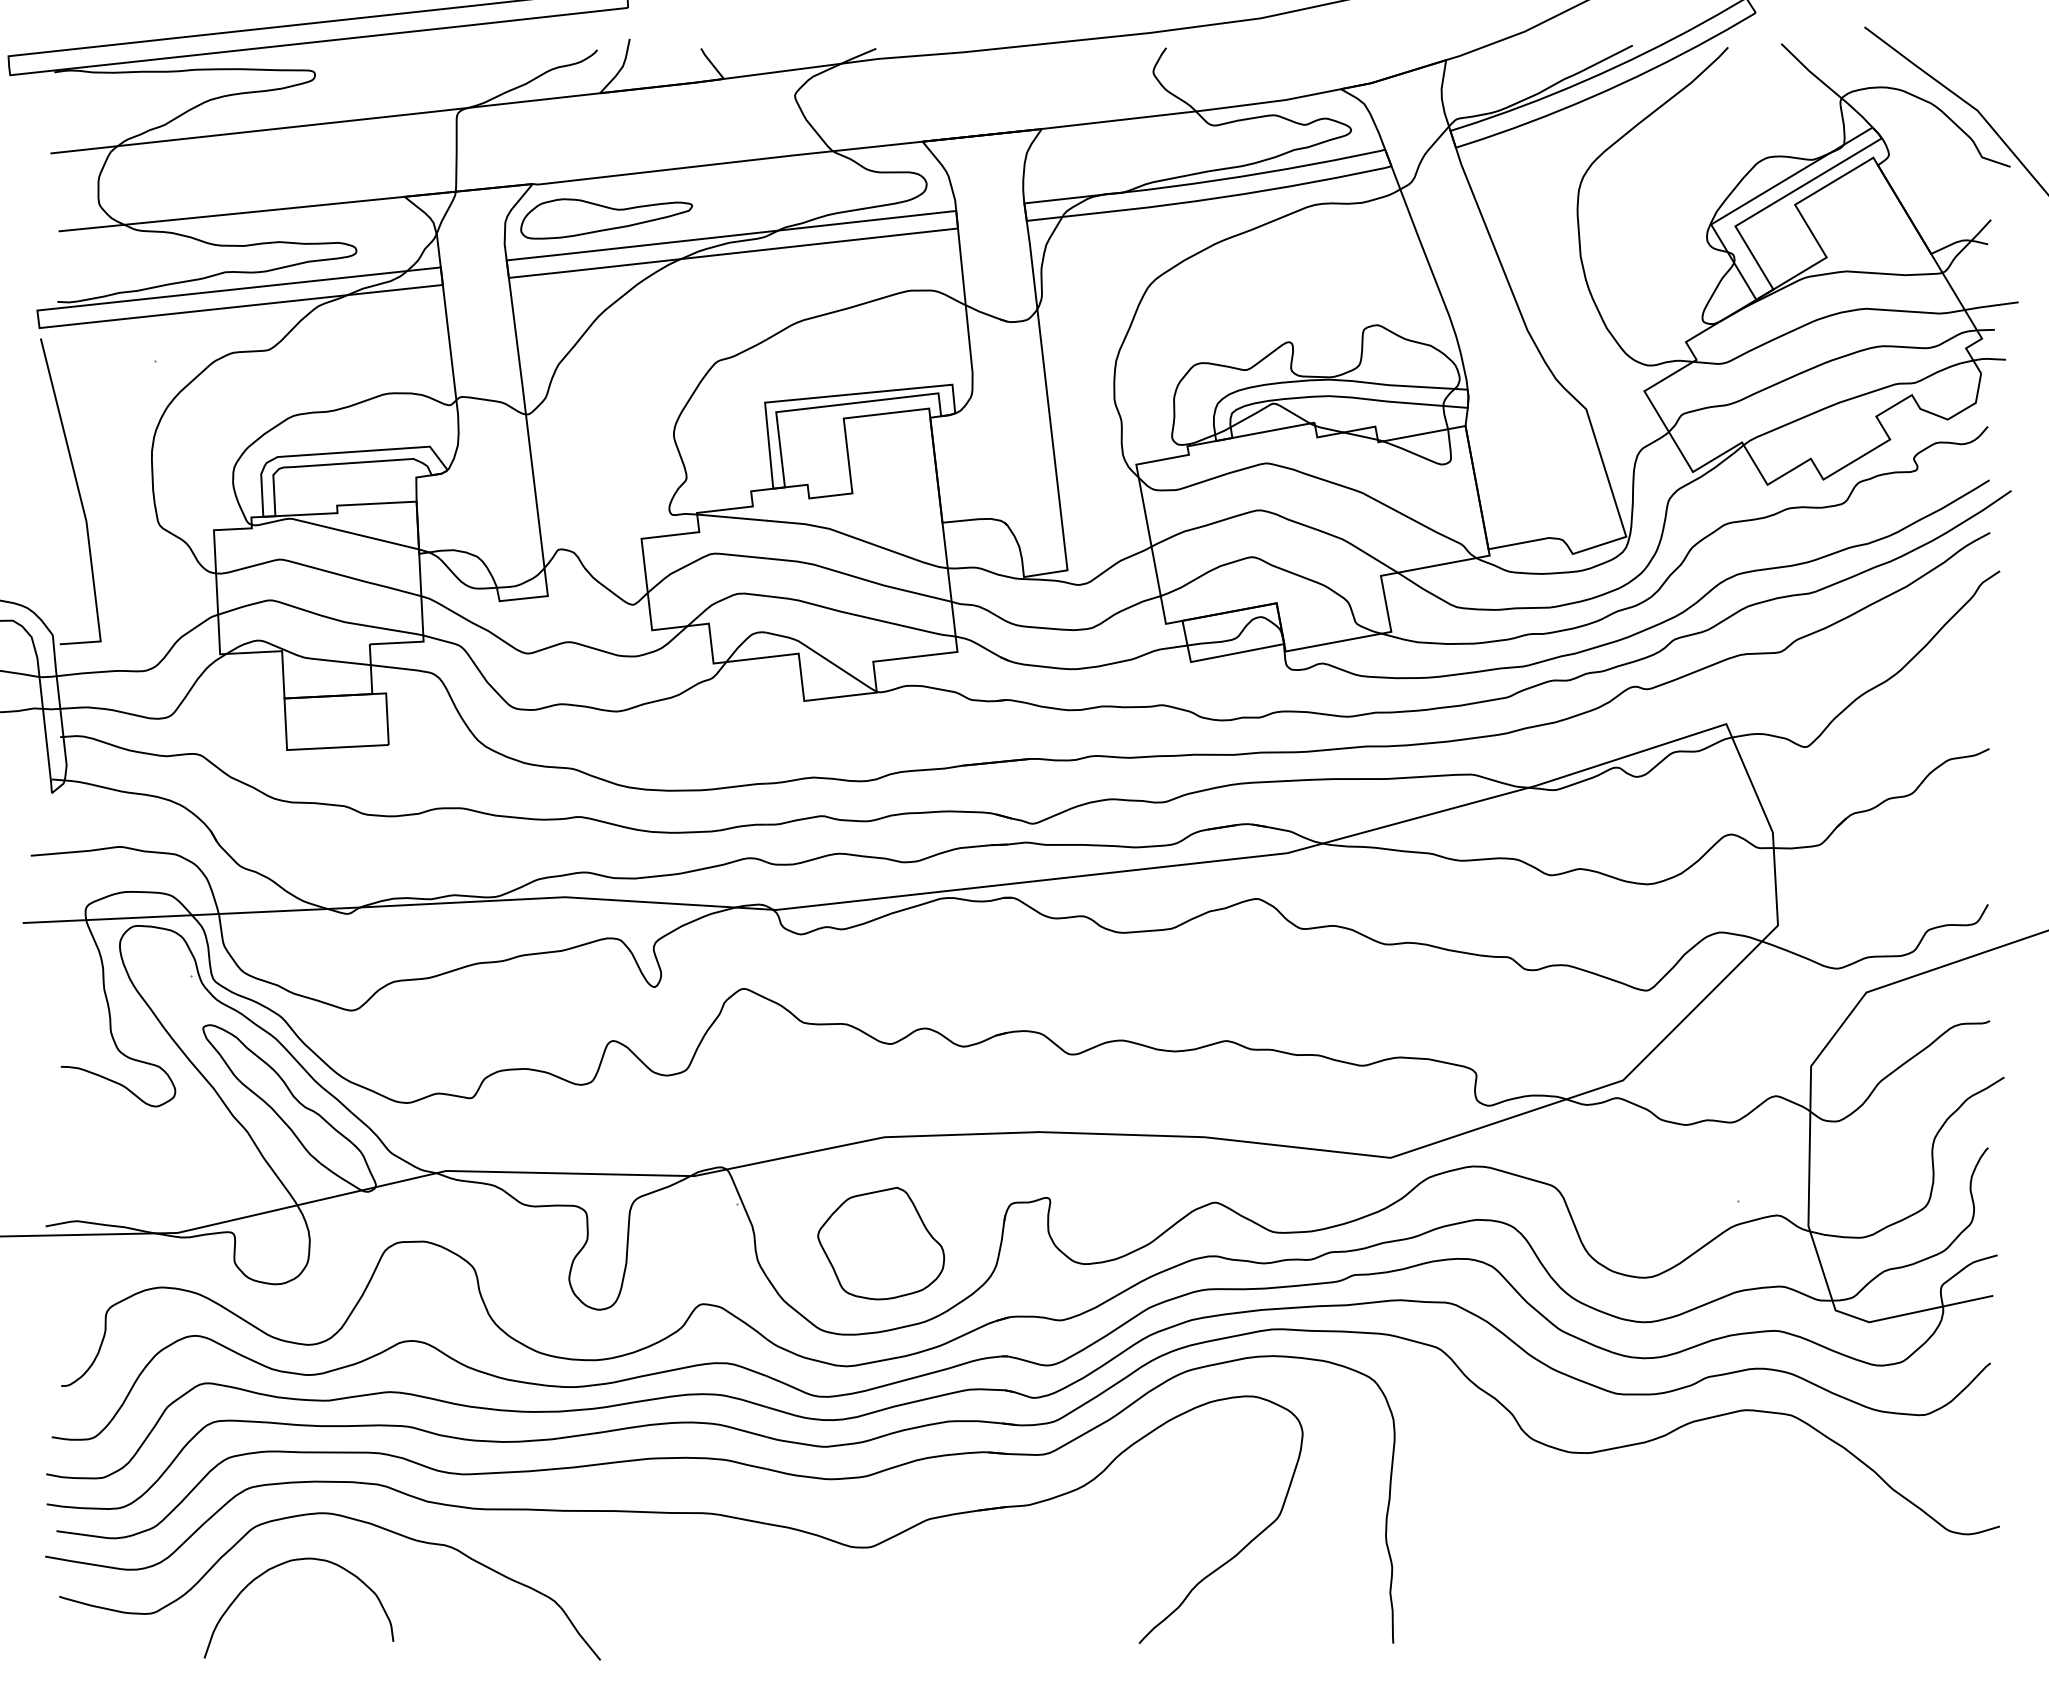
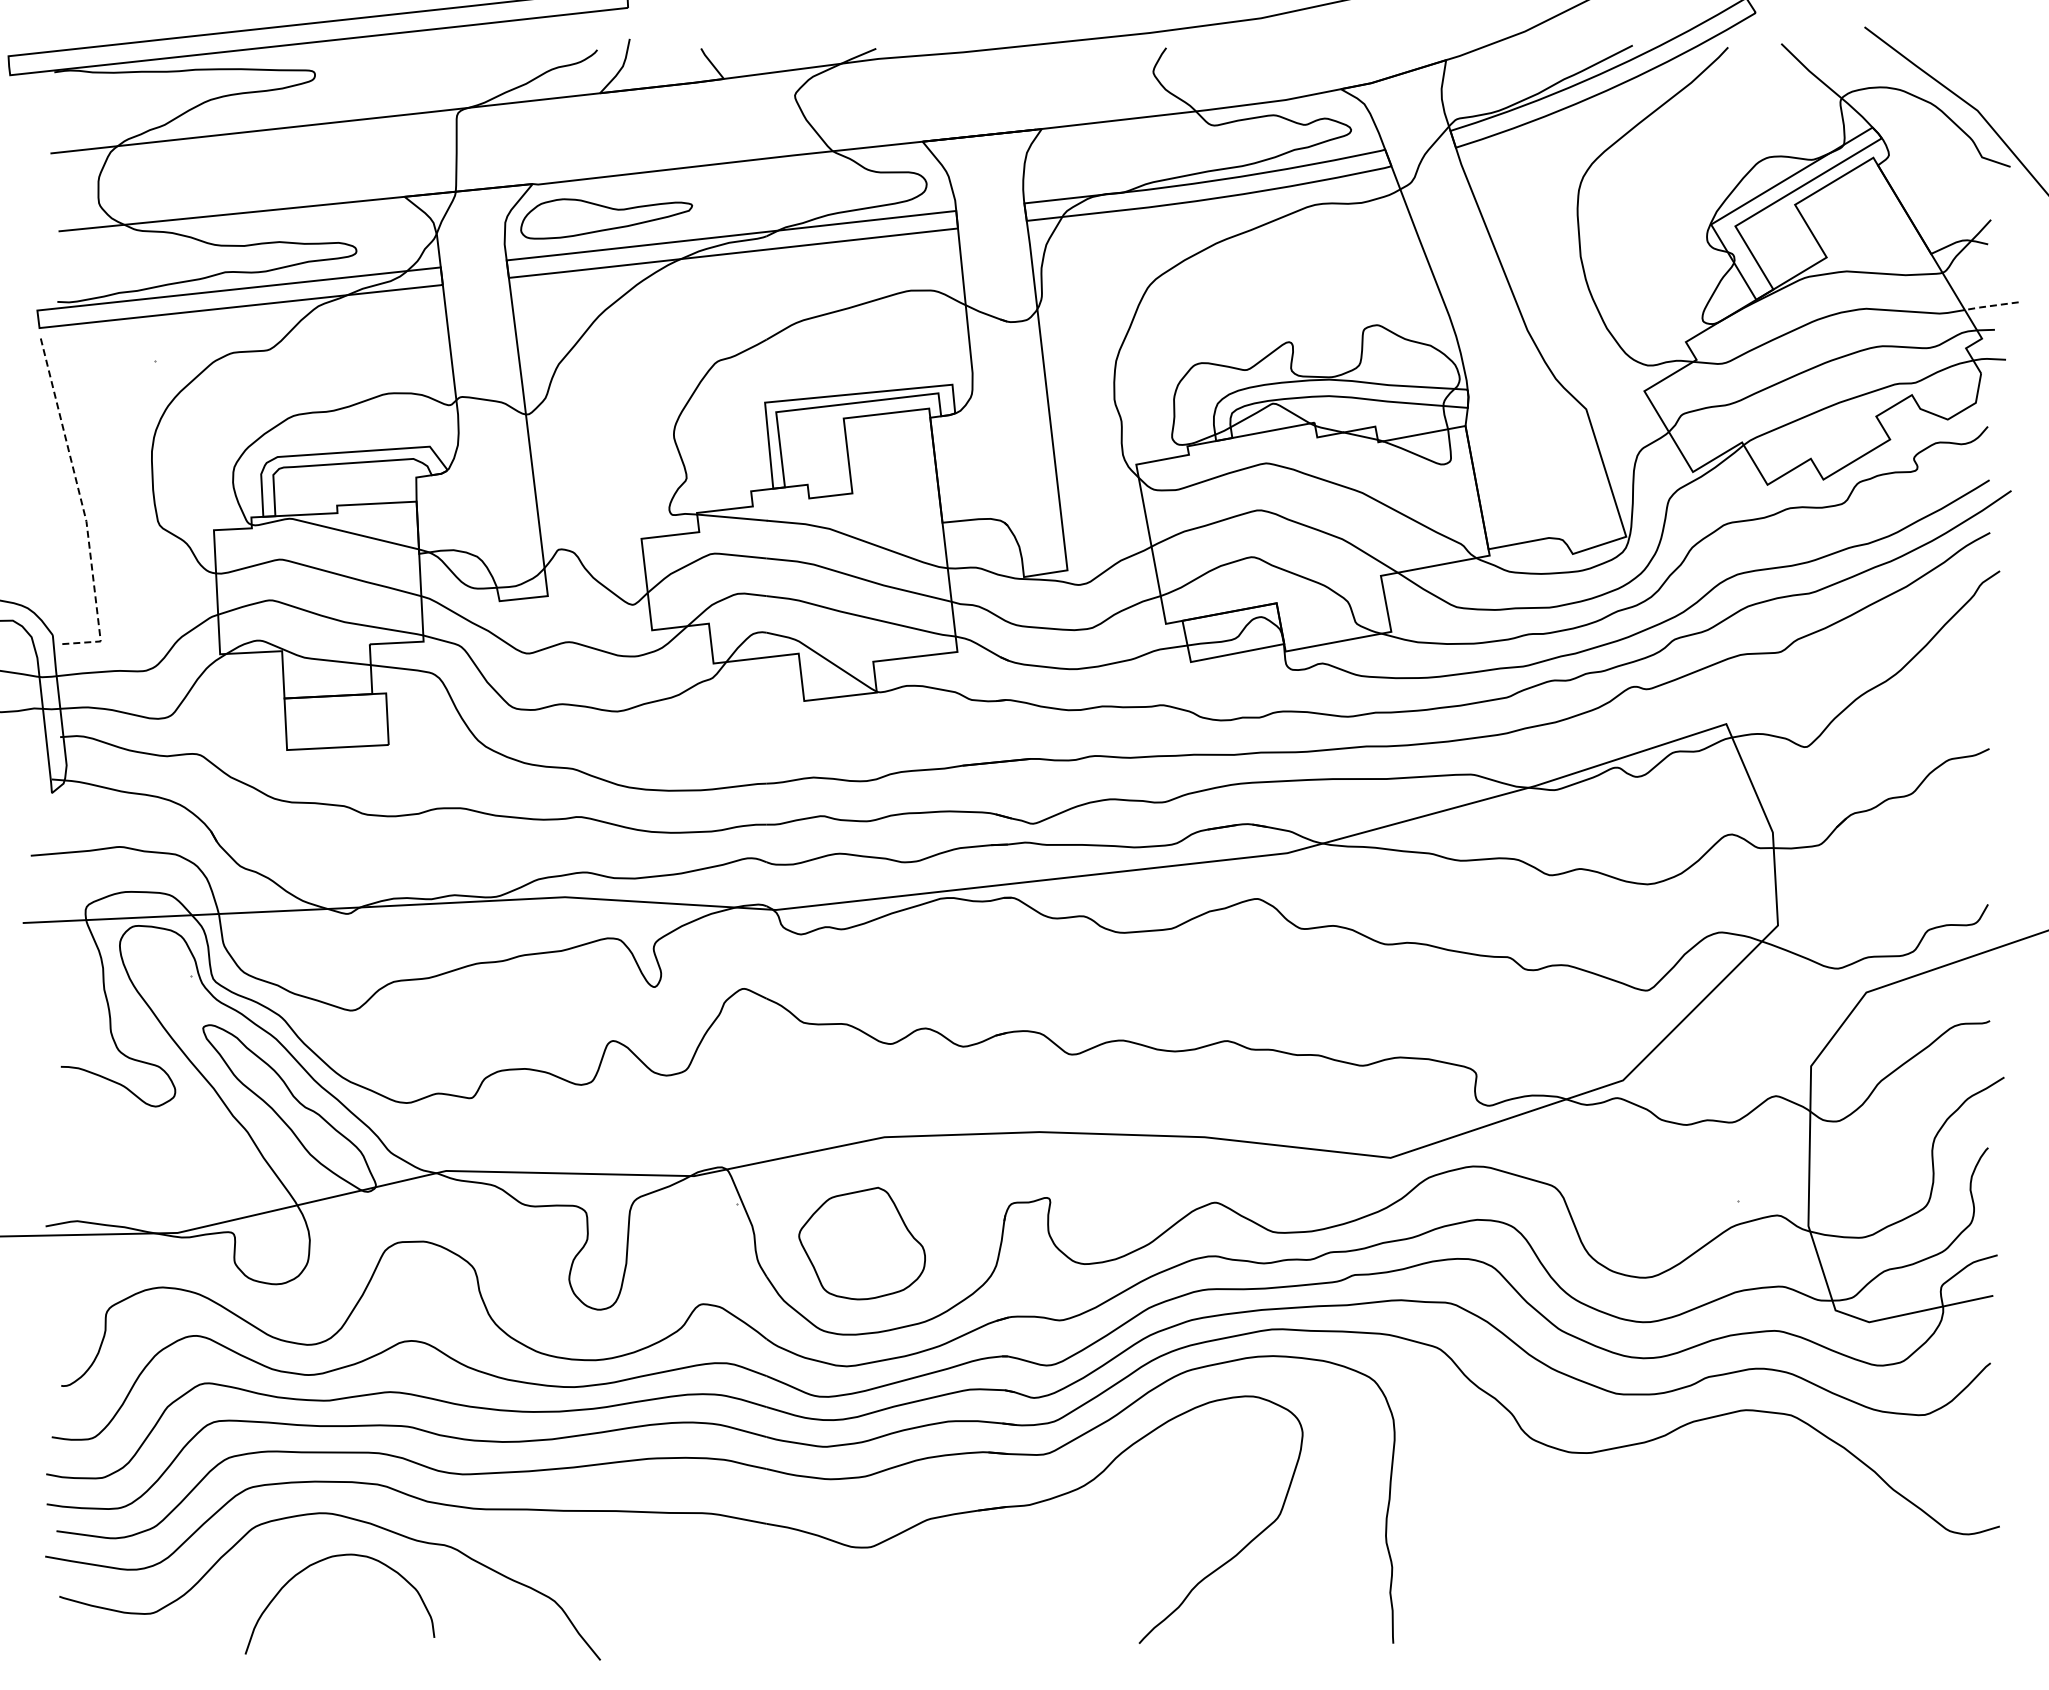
line at (1991, 305): solid -> dashed
line at (83, 509): solid -> dashed
part at (880, 1243) position: (880, 1243) -> (861, 1243)
curve at (281, 1565) position: (281, 1565) -> (322, 1561)
